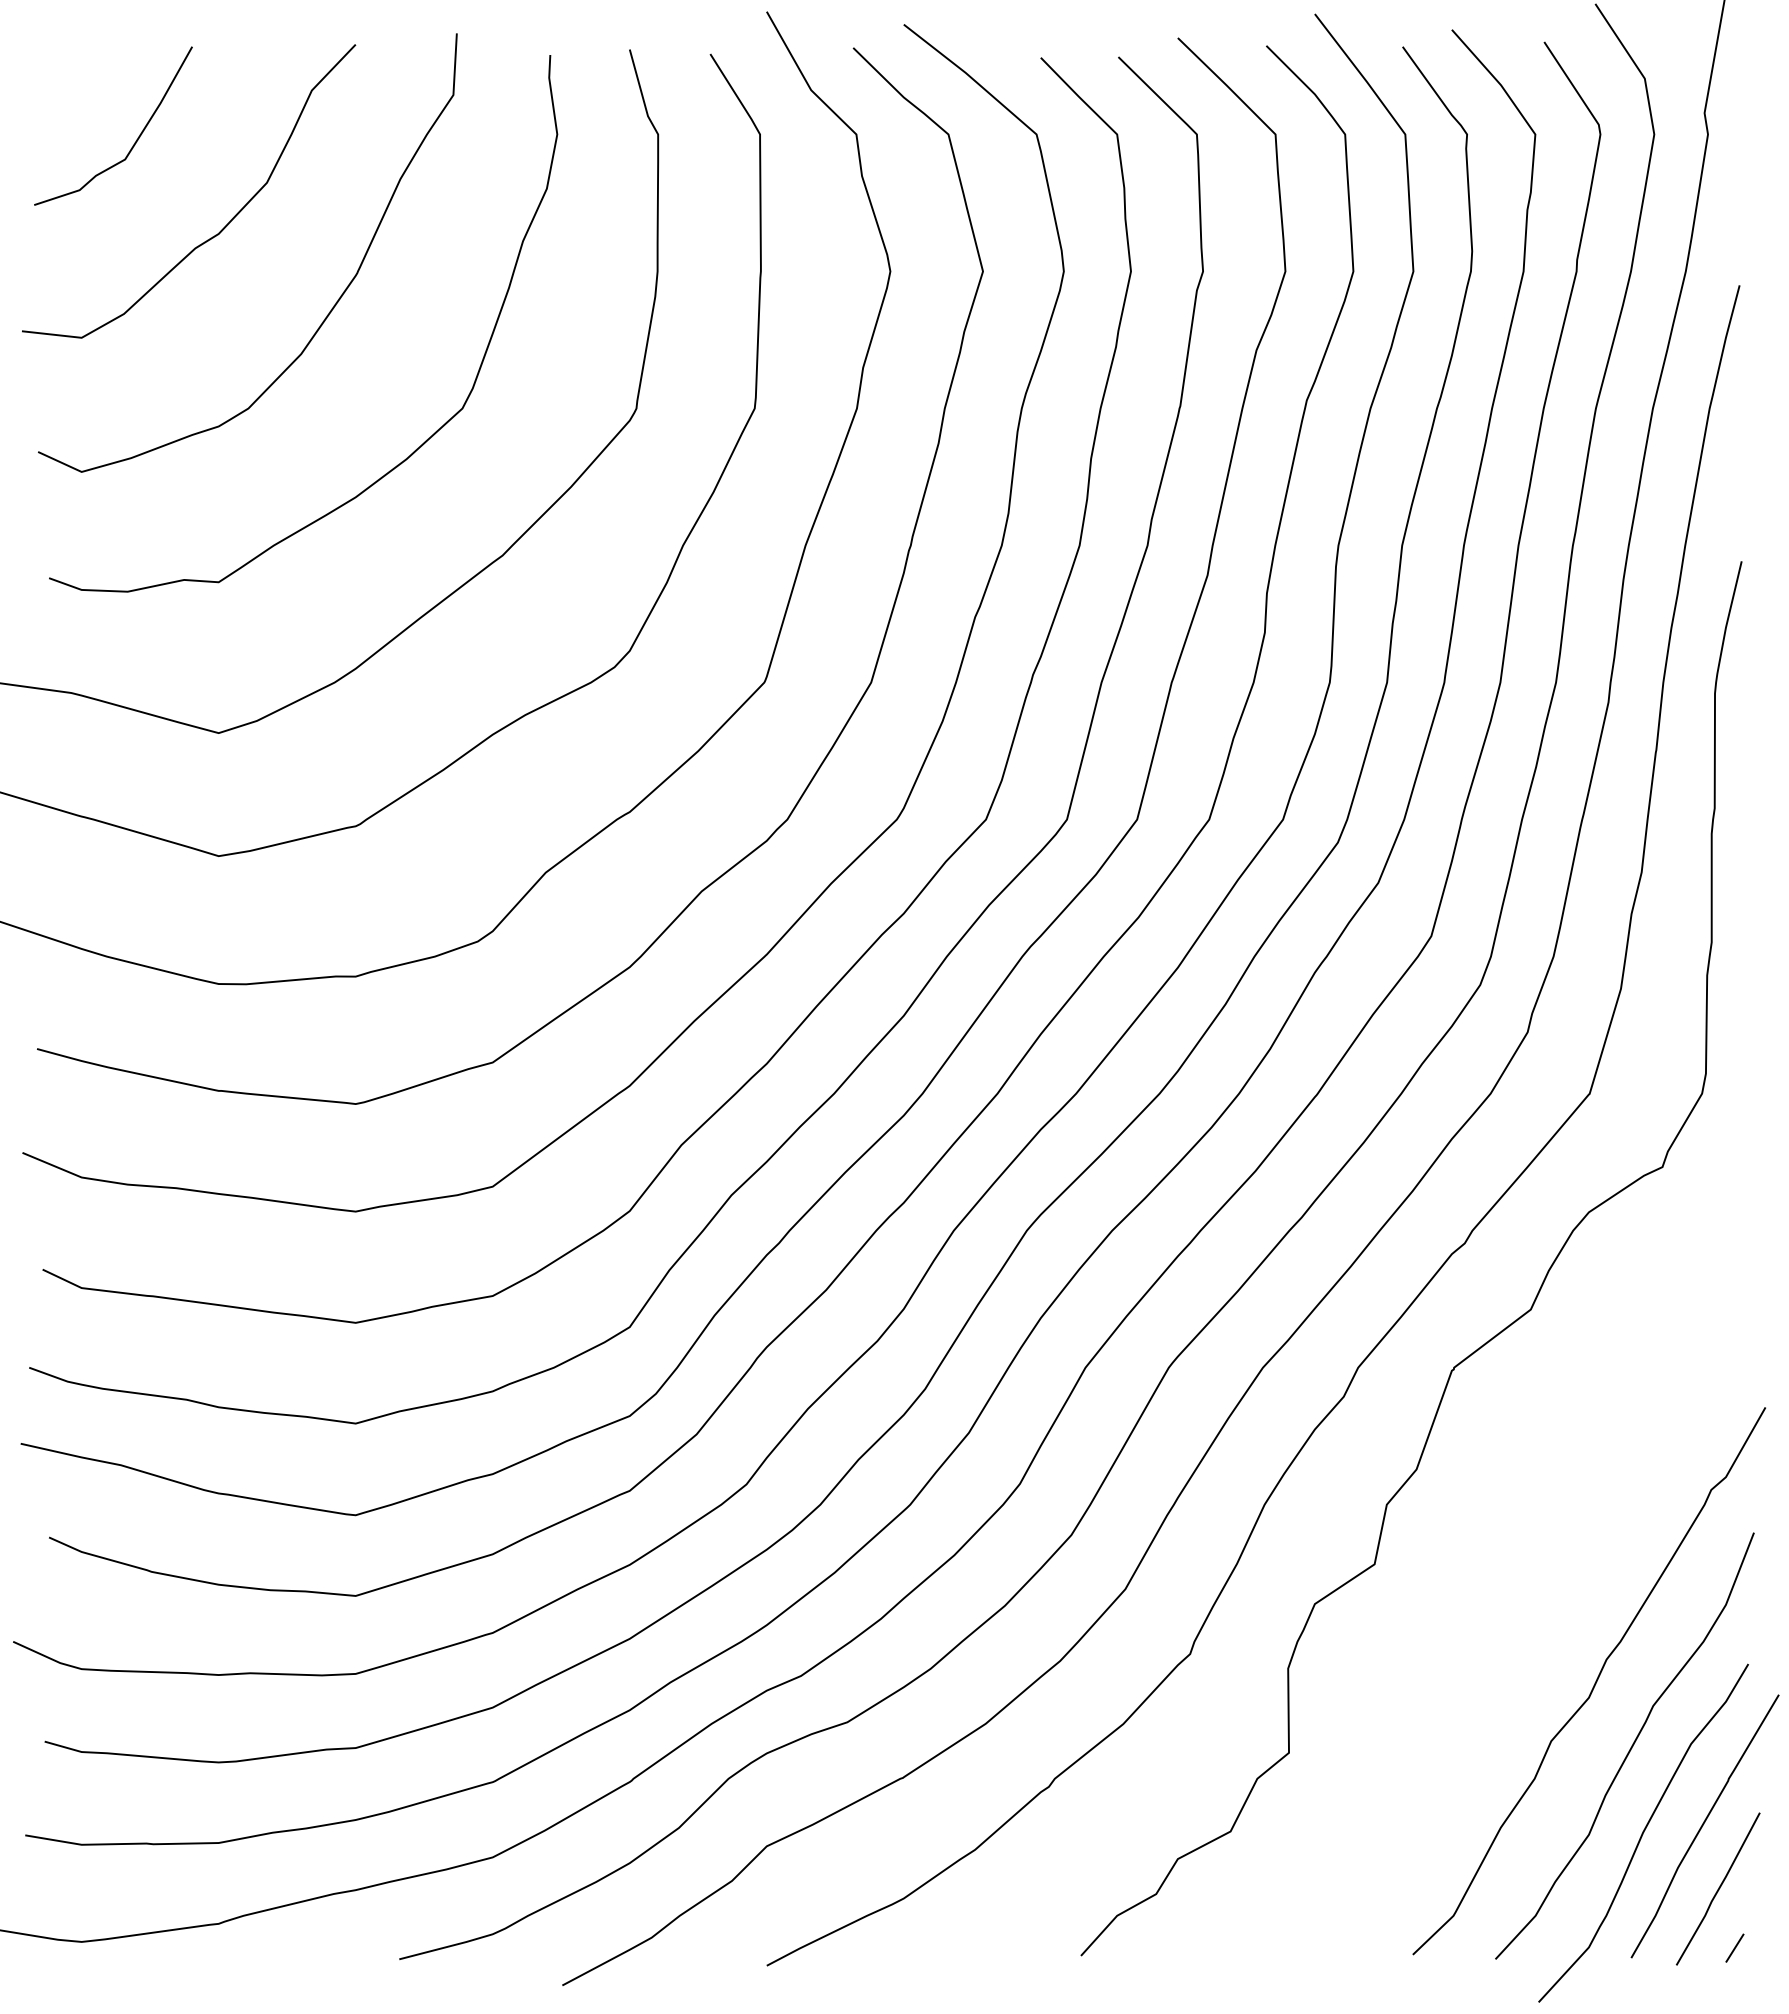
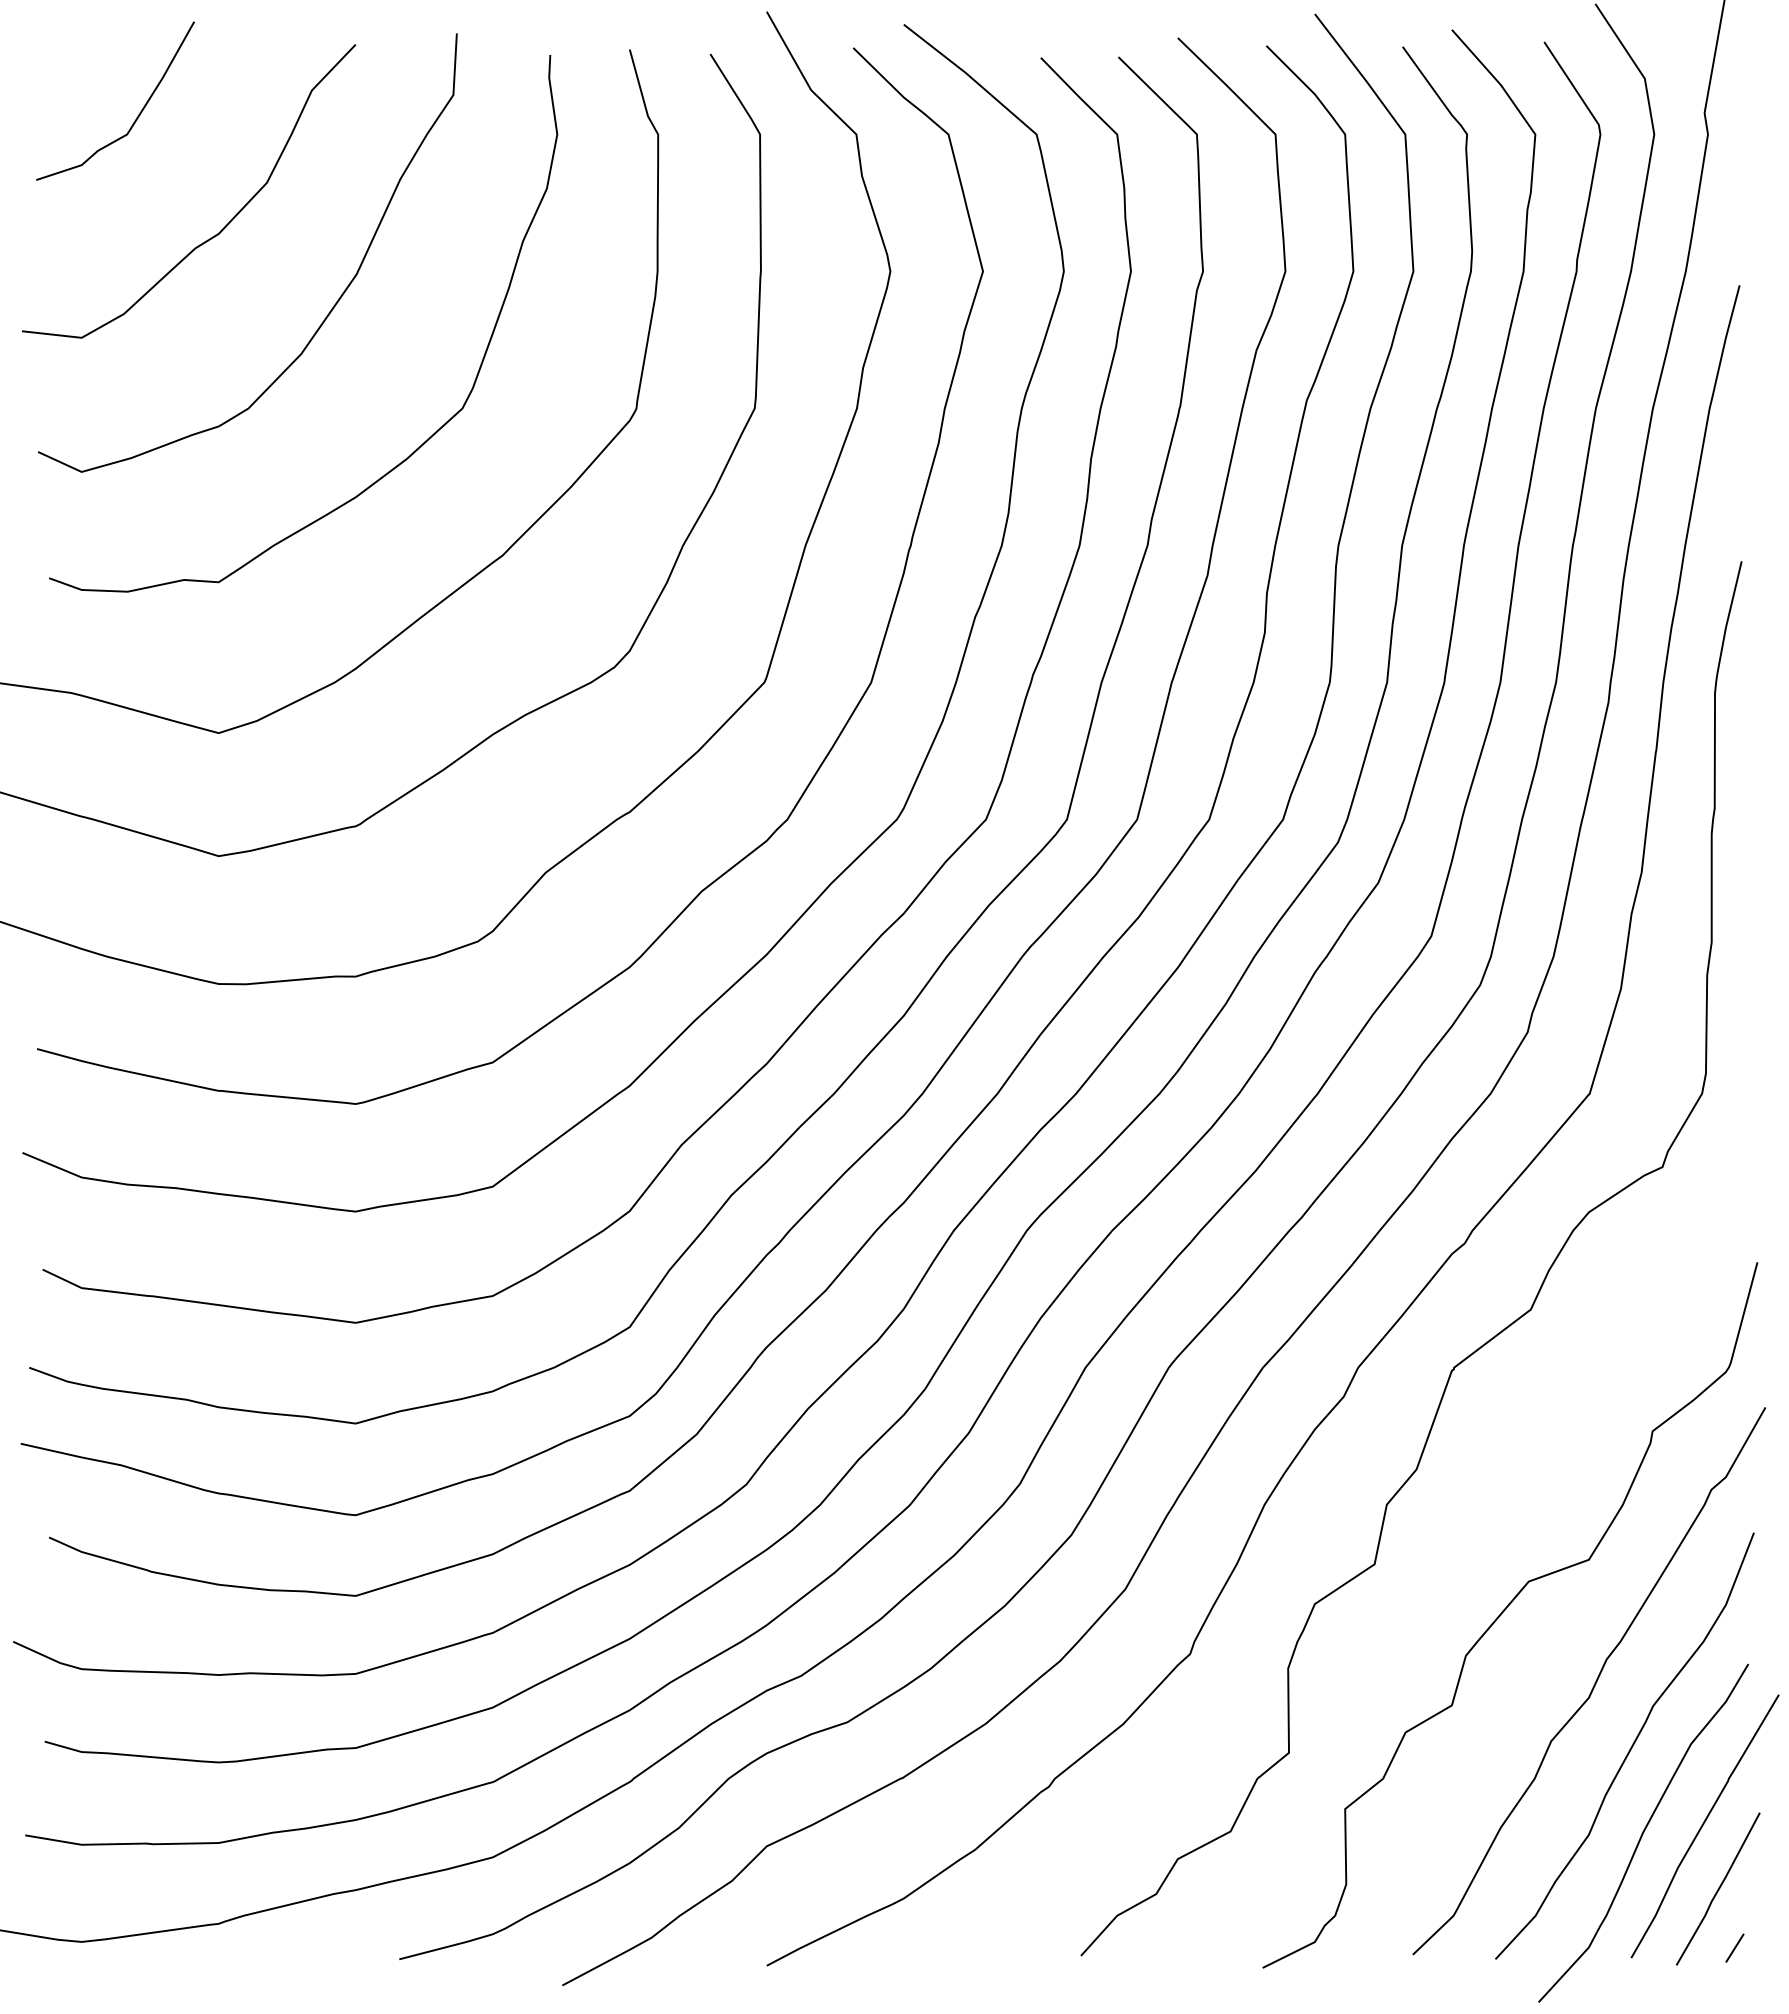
curve at (137, 137) position: (137, 137) -> (139, 112)
curve at (1505, 1610): none -> present
